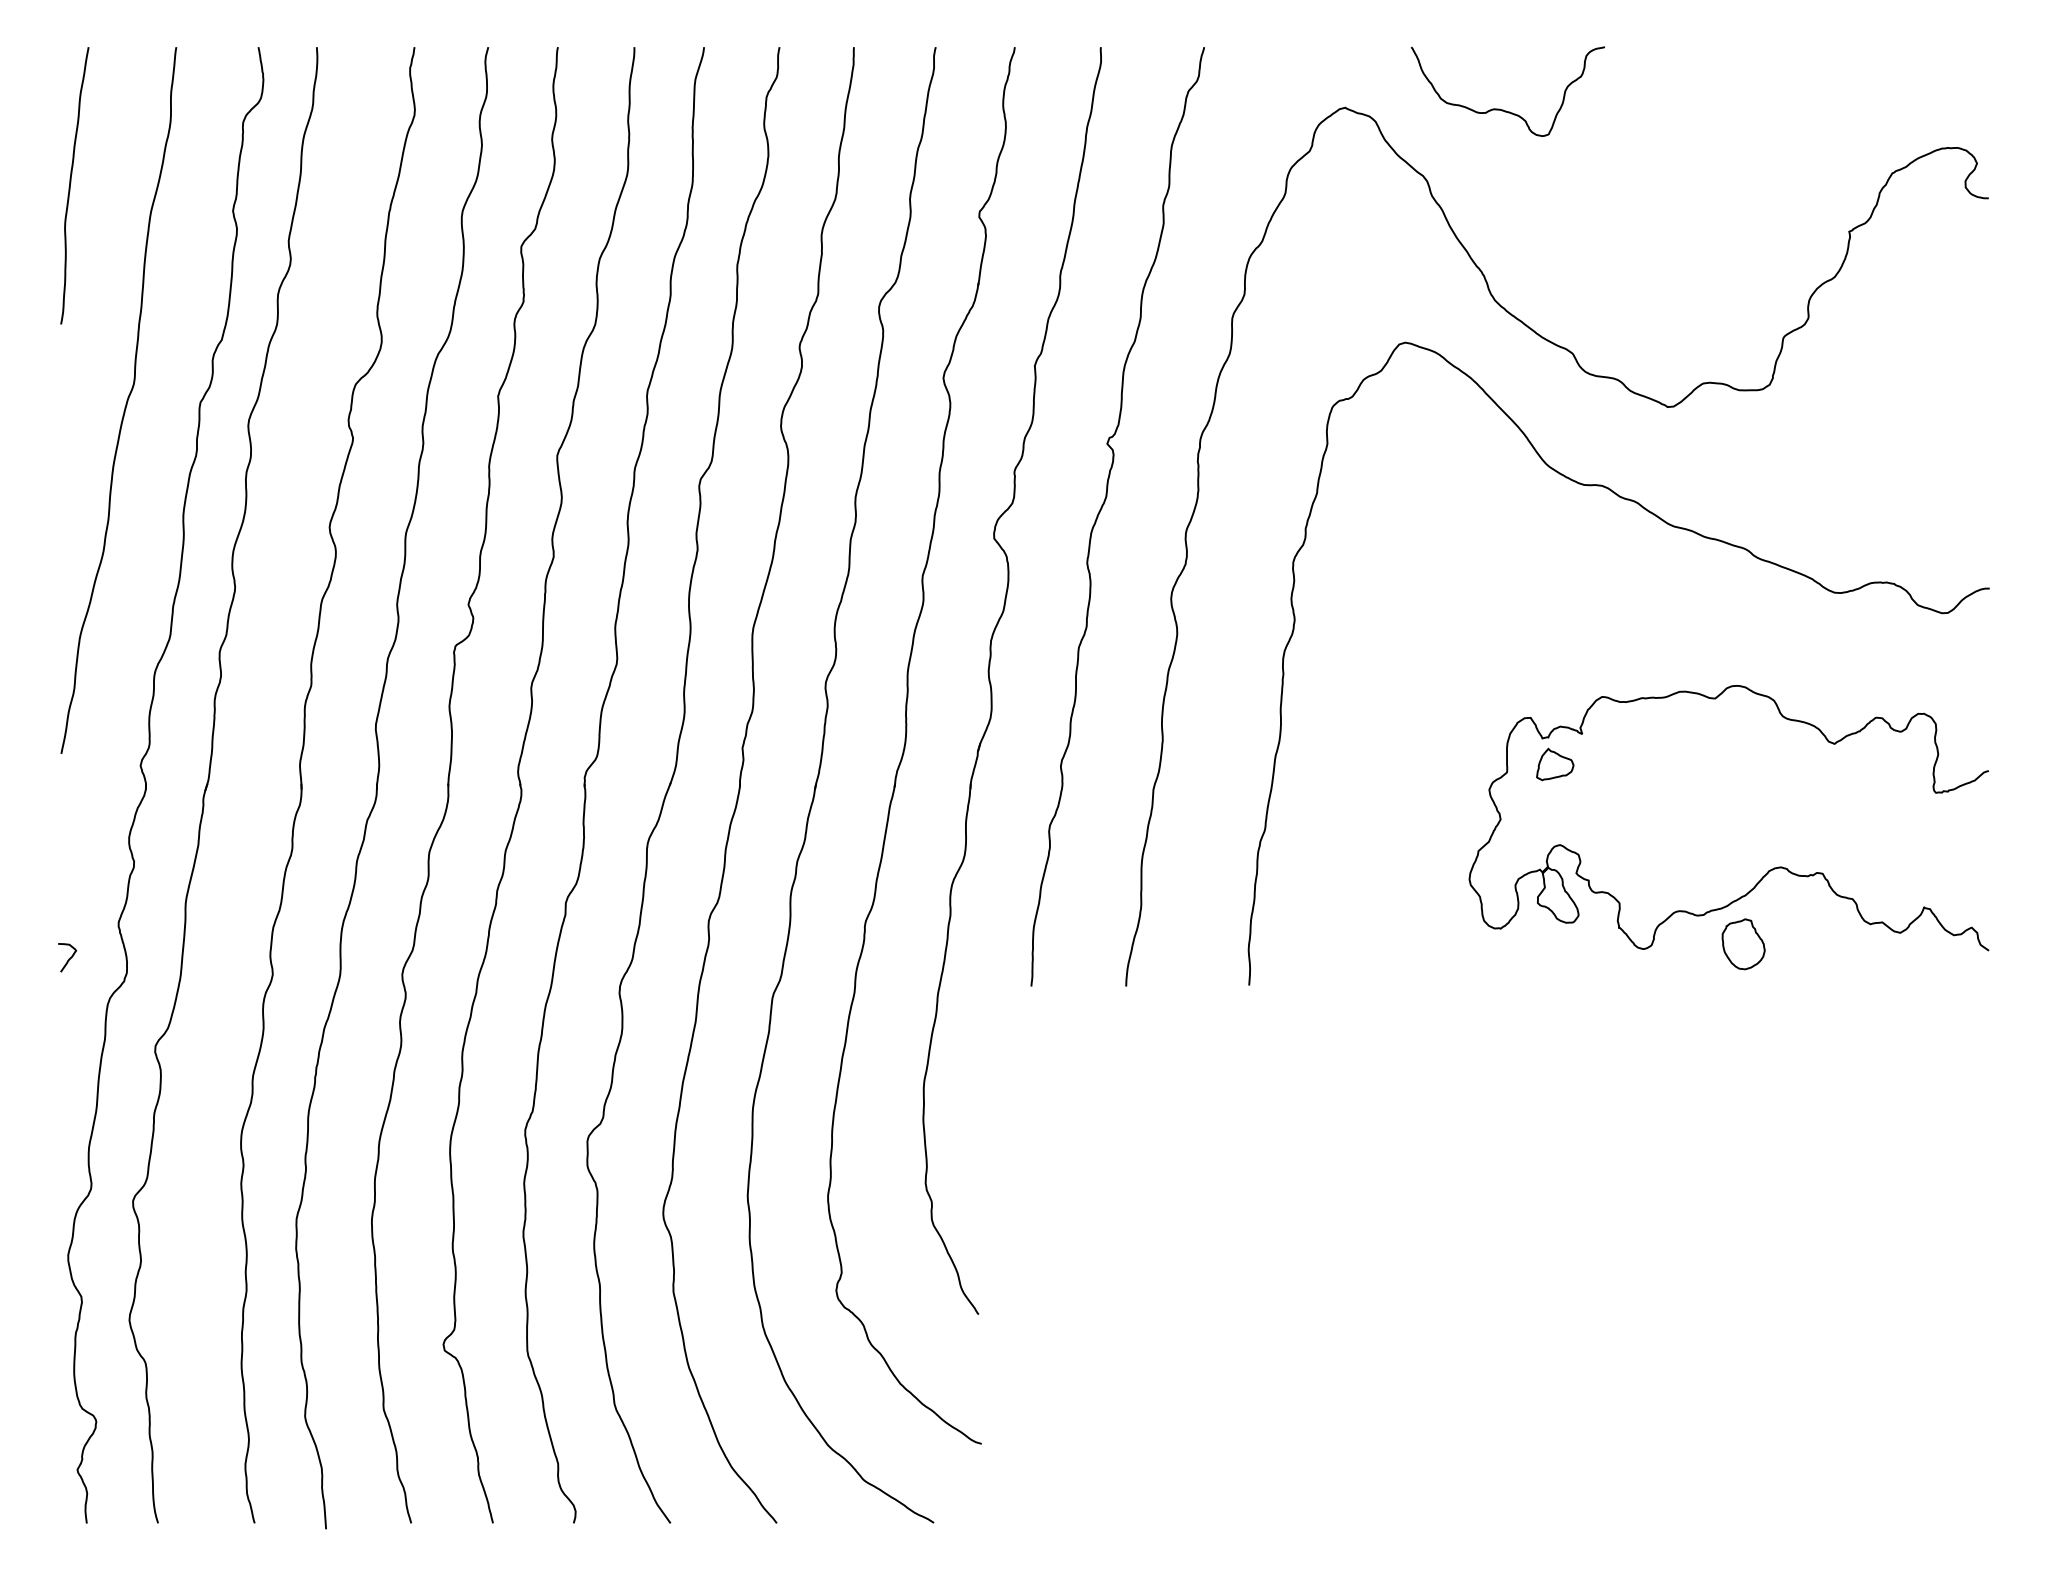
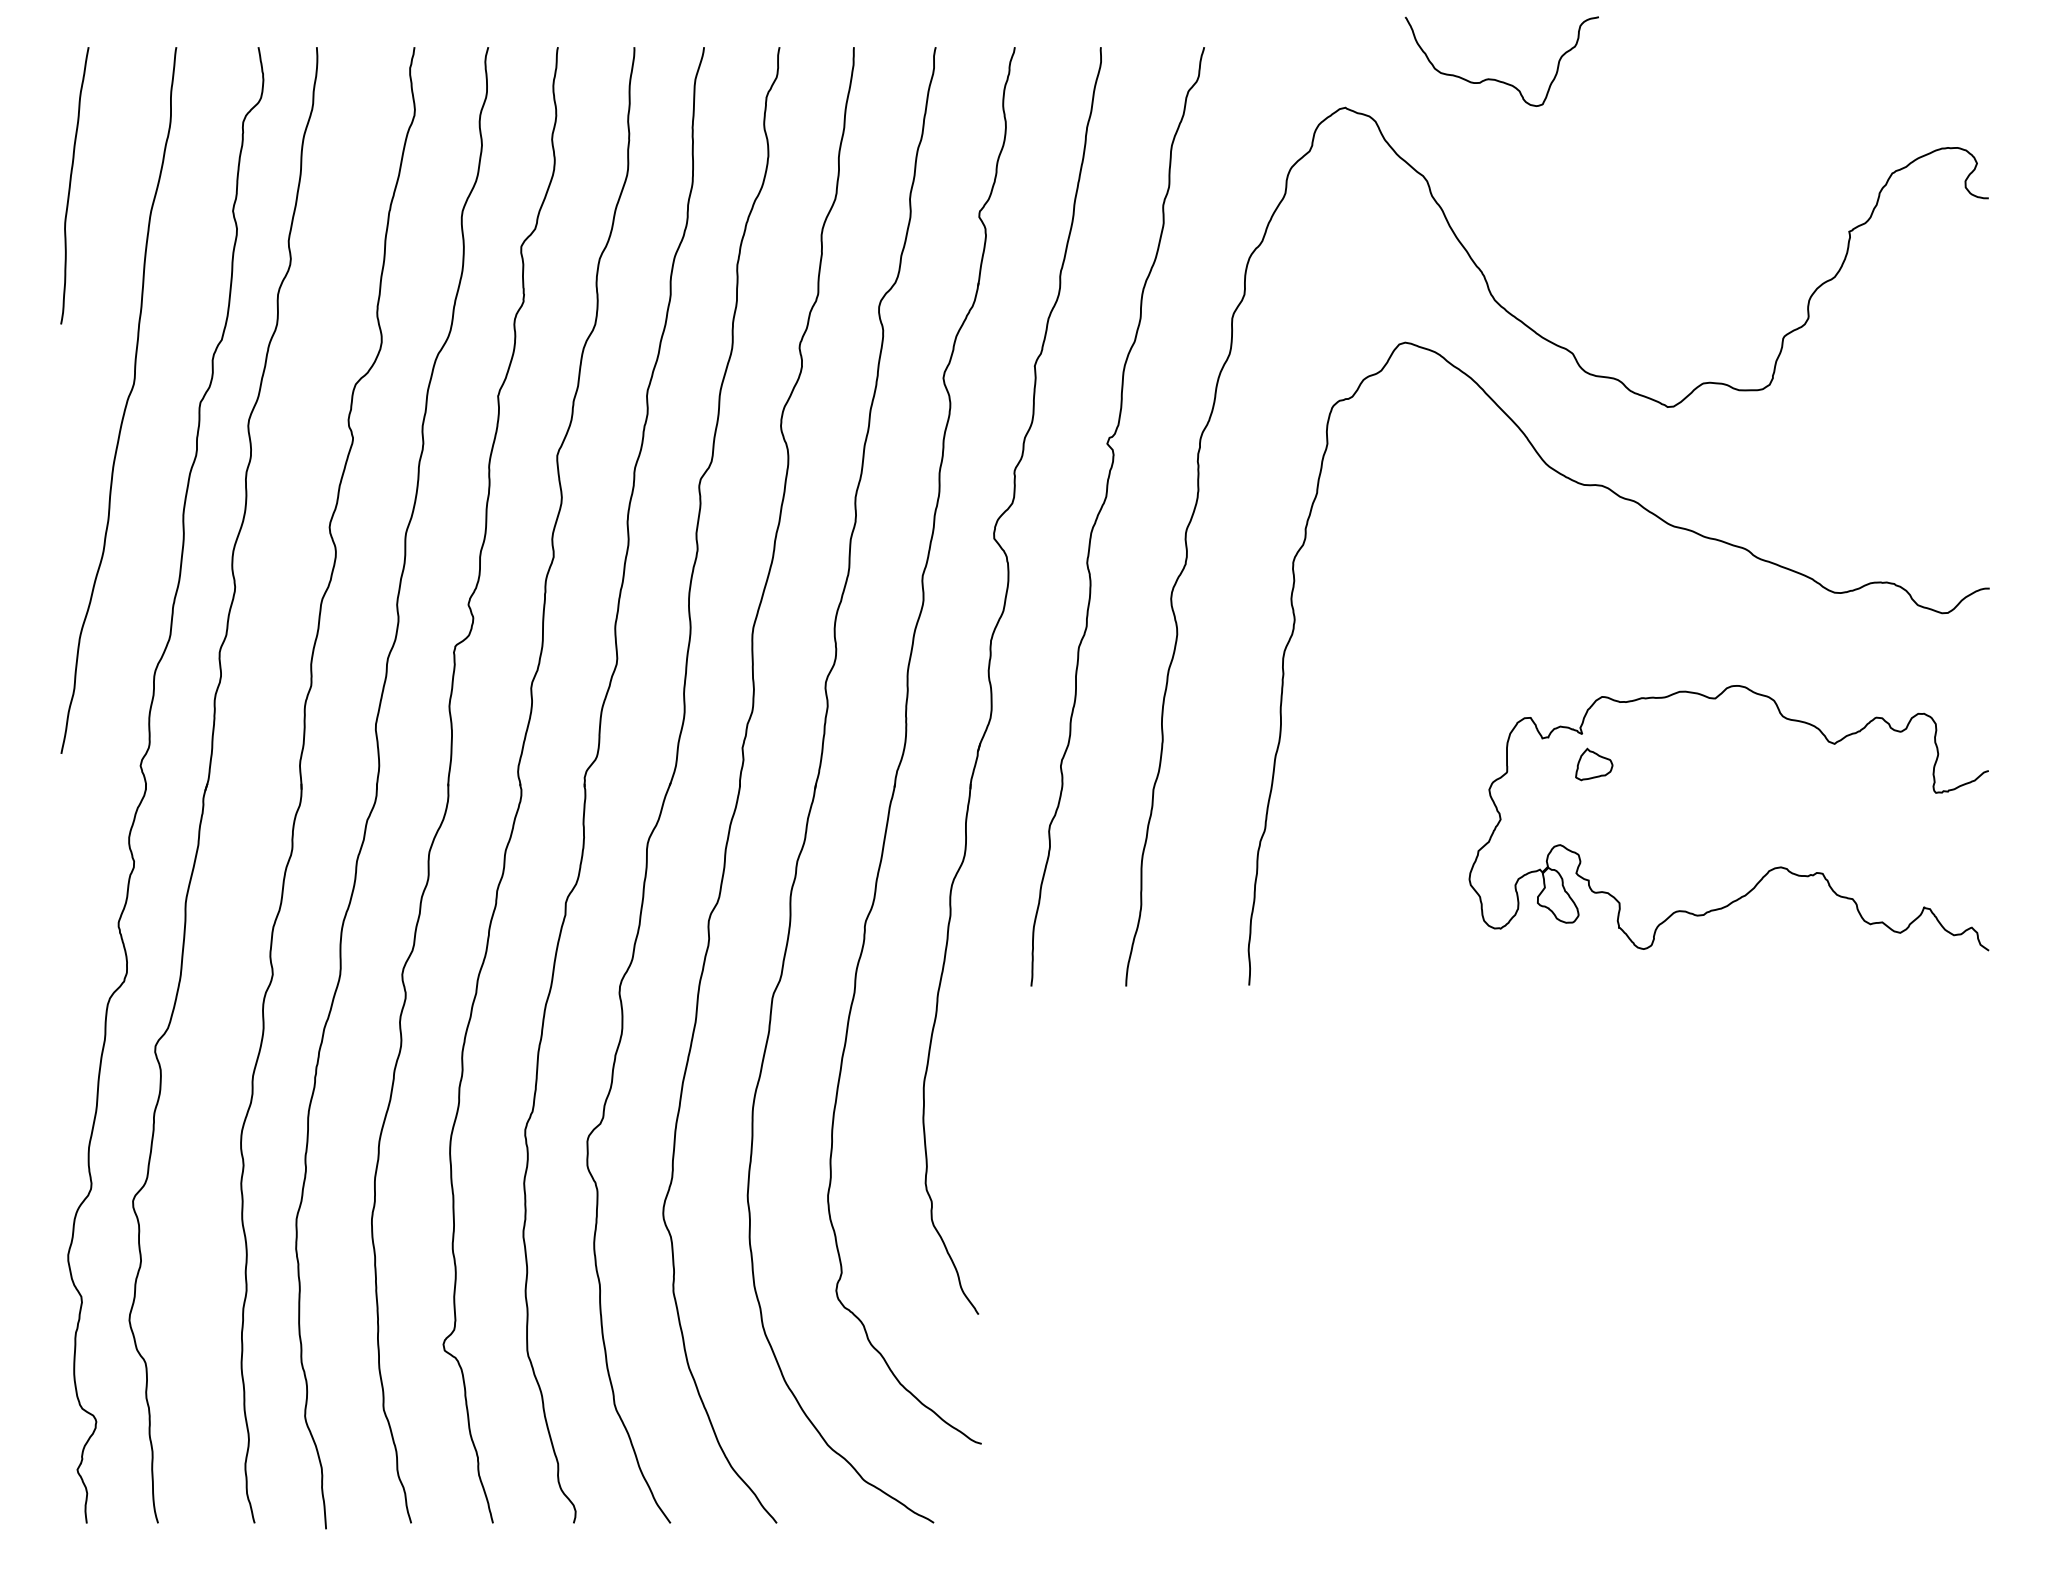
curve at (1503, 109) position: (1503, 109) -> (1497, 79)
part at (1555, 764) position: (1555, 764) -> (1594, 764)
part at (1743, 944): present -> none
curve at (68, 958): present -> none
